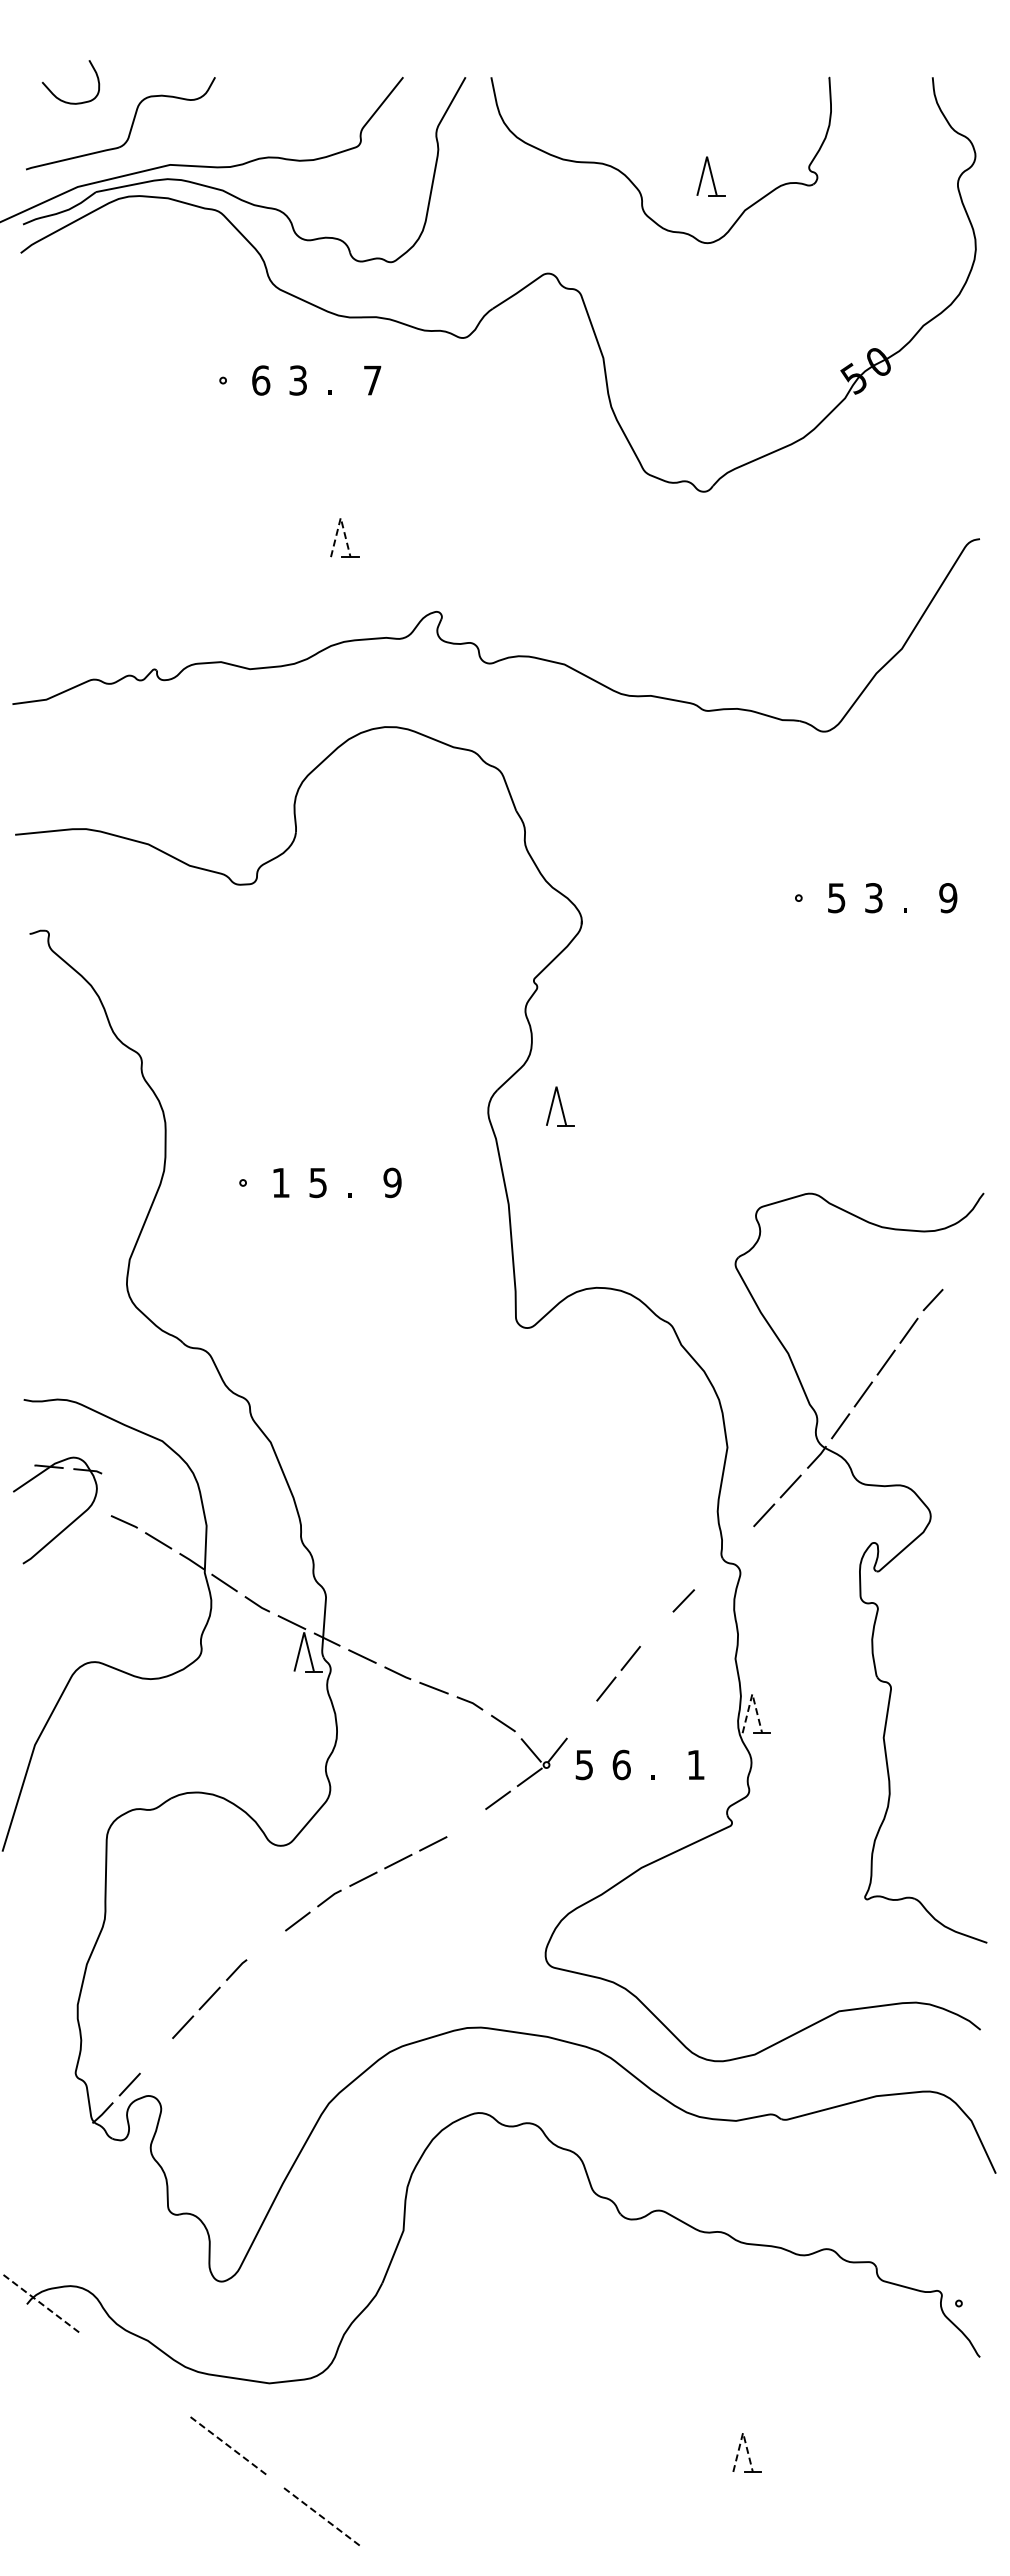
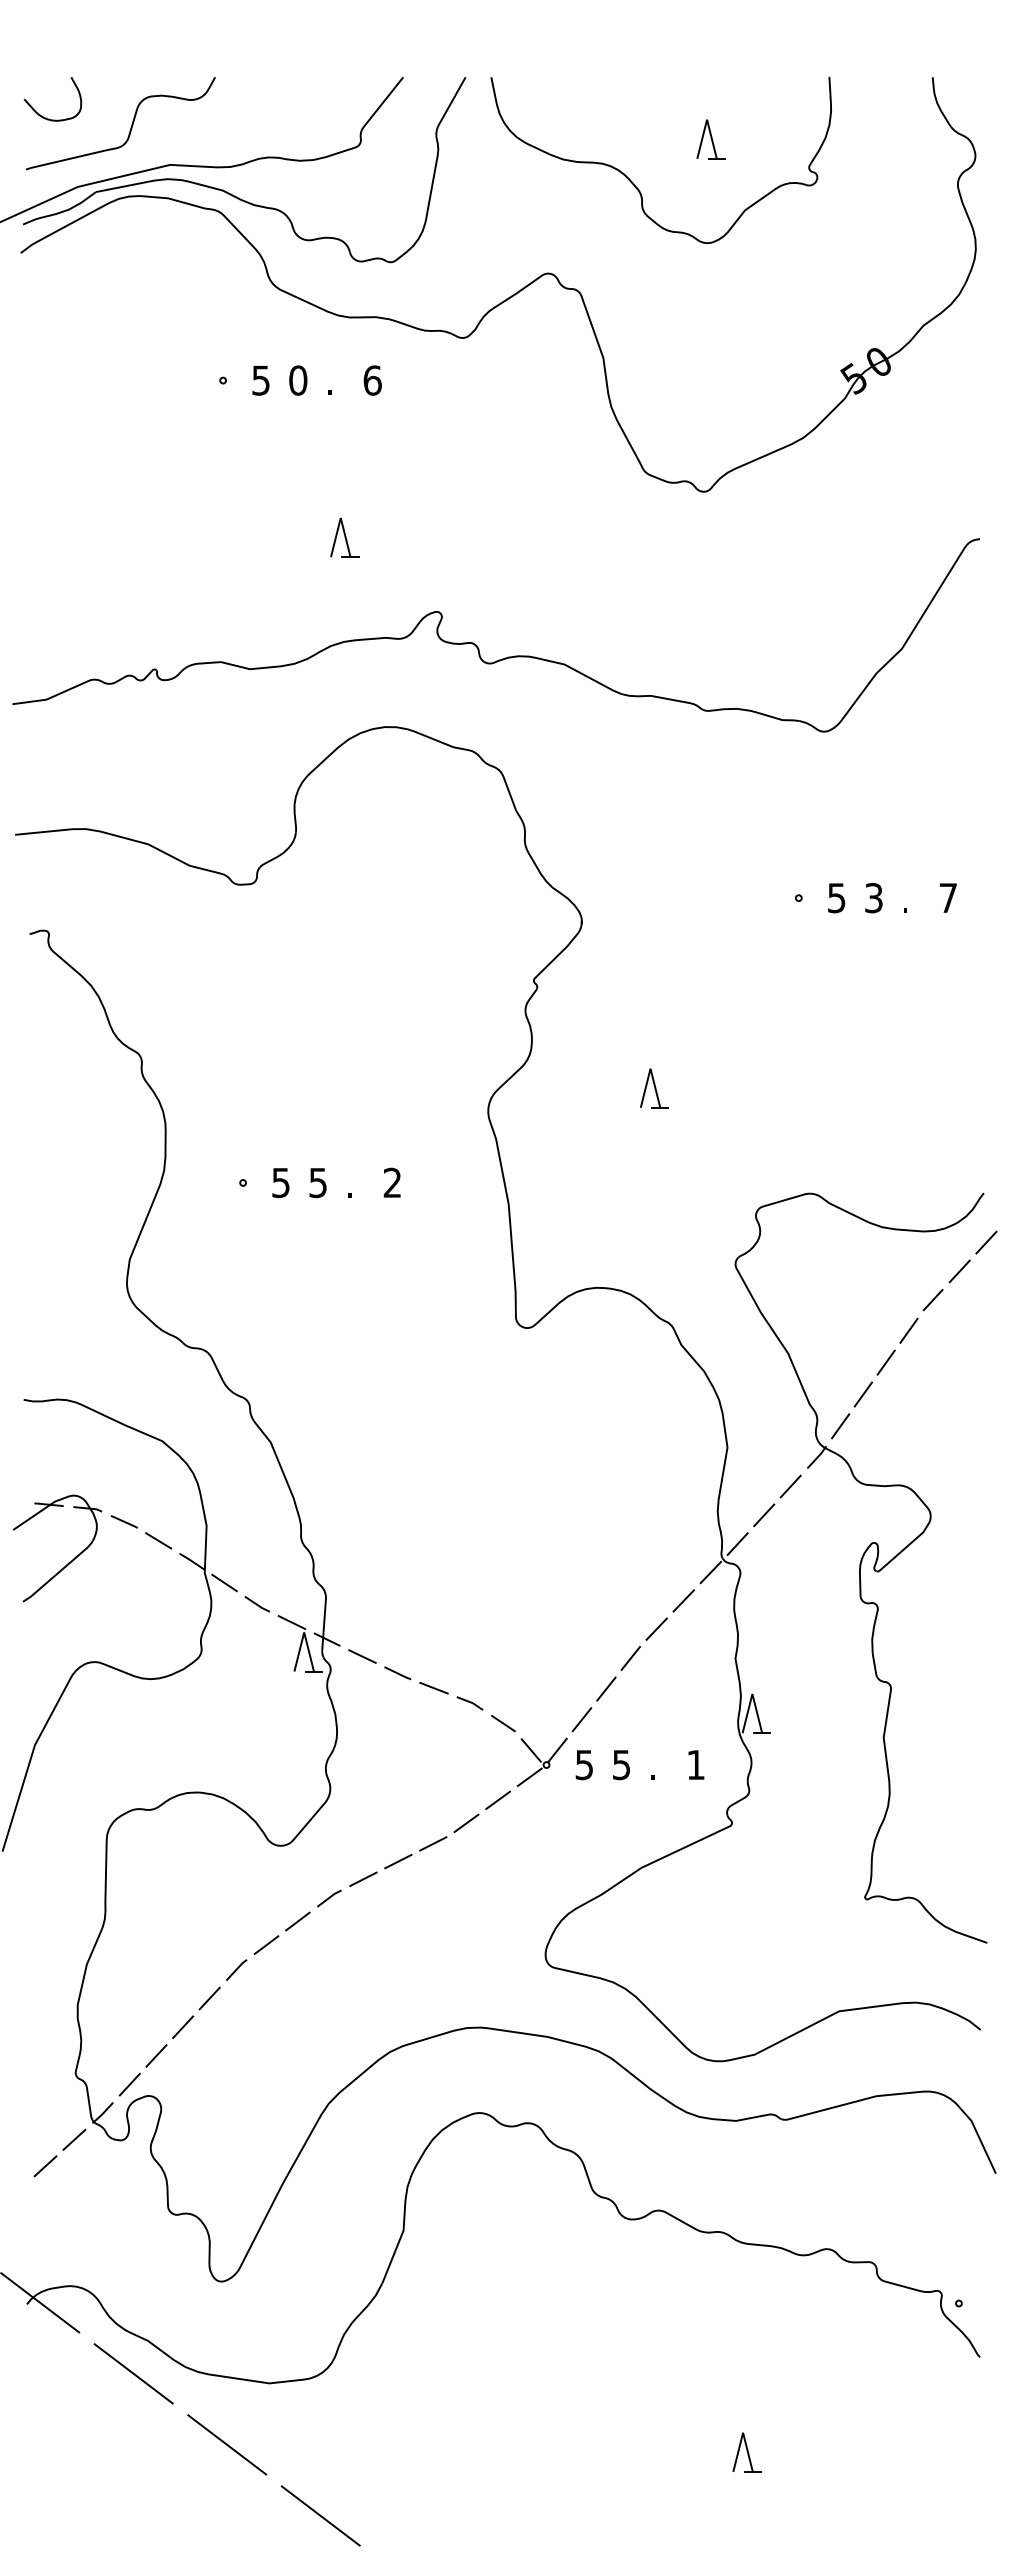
curve at (64, 100) position: (64, 100) -> (46, 117)
part at (710, 176) position: (710, 176) -> (710, 139)
text at (261, 380): 6 -> 5
text at (298, 380): 3 -> 0
text at (372, 380): 7 -> 6
line at (340, 517): dashed -> solid
text at (948, 898): 9 -> 7
part at (560, 1106) position: (560, 1106) -> (654, 1088)
text at (392, 1182): 9 -> 2
text at (280, 1183): 1 -> 5
line at (986, 1242): none -> present
line at (959, 1271): none -> present
part at (68, 1524) position: (68, 1524) -> (68, 1562)
line at (737, 1543): none -> present
line at (710, 1572): none -> present
line at (656, 1628): none -> present
line at (752, 1694): dashed -> solid
line at (581, 1719): none -> present
text at (621, 1764): 6 -> 5
line at (466, 1823): none -> present
line at (266, 1944): none -> present
line at (156, 2055): none -> present
line at (74, 2139): none -> present
line at (45, 2166): none -> present
line at (40, 2302): dashed -> solid
line at (133, 2373): none -> present
line at (743, 2432): dashed -> solid
line at (227, 2444): dashed -> solid
line at (320, 2515): dashed -> solid
